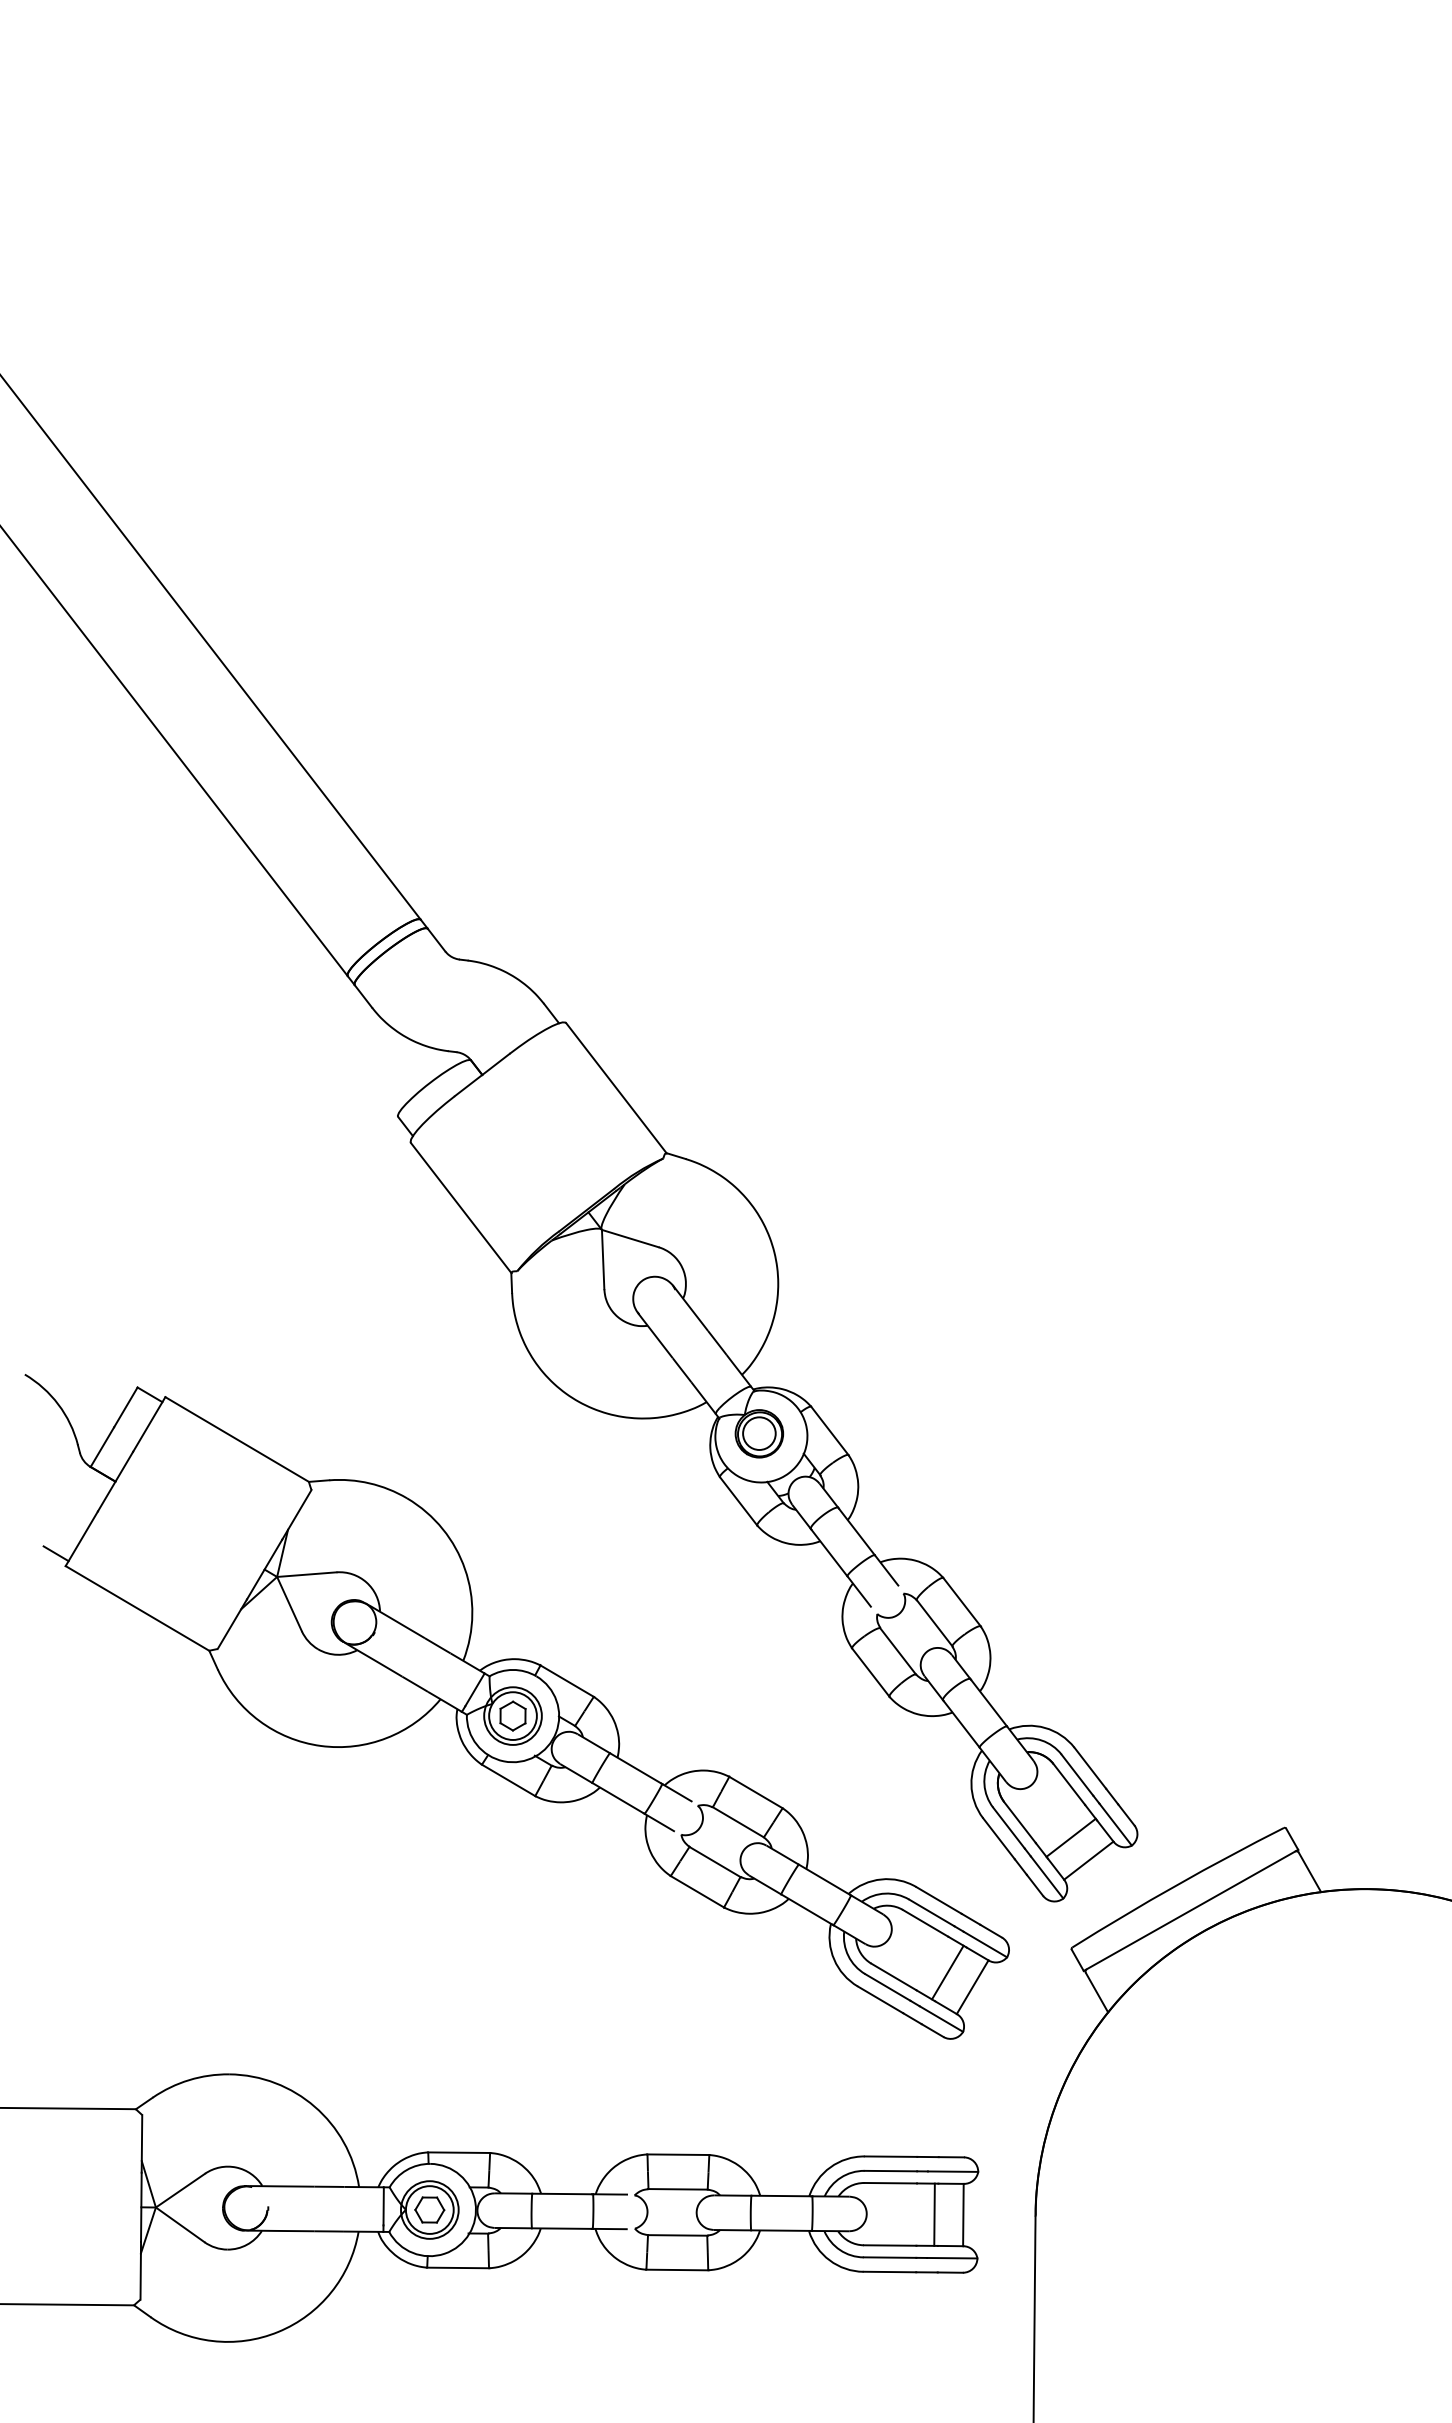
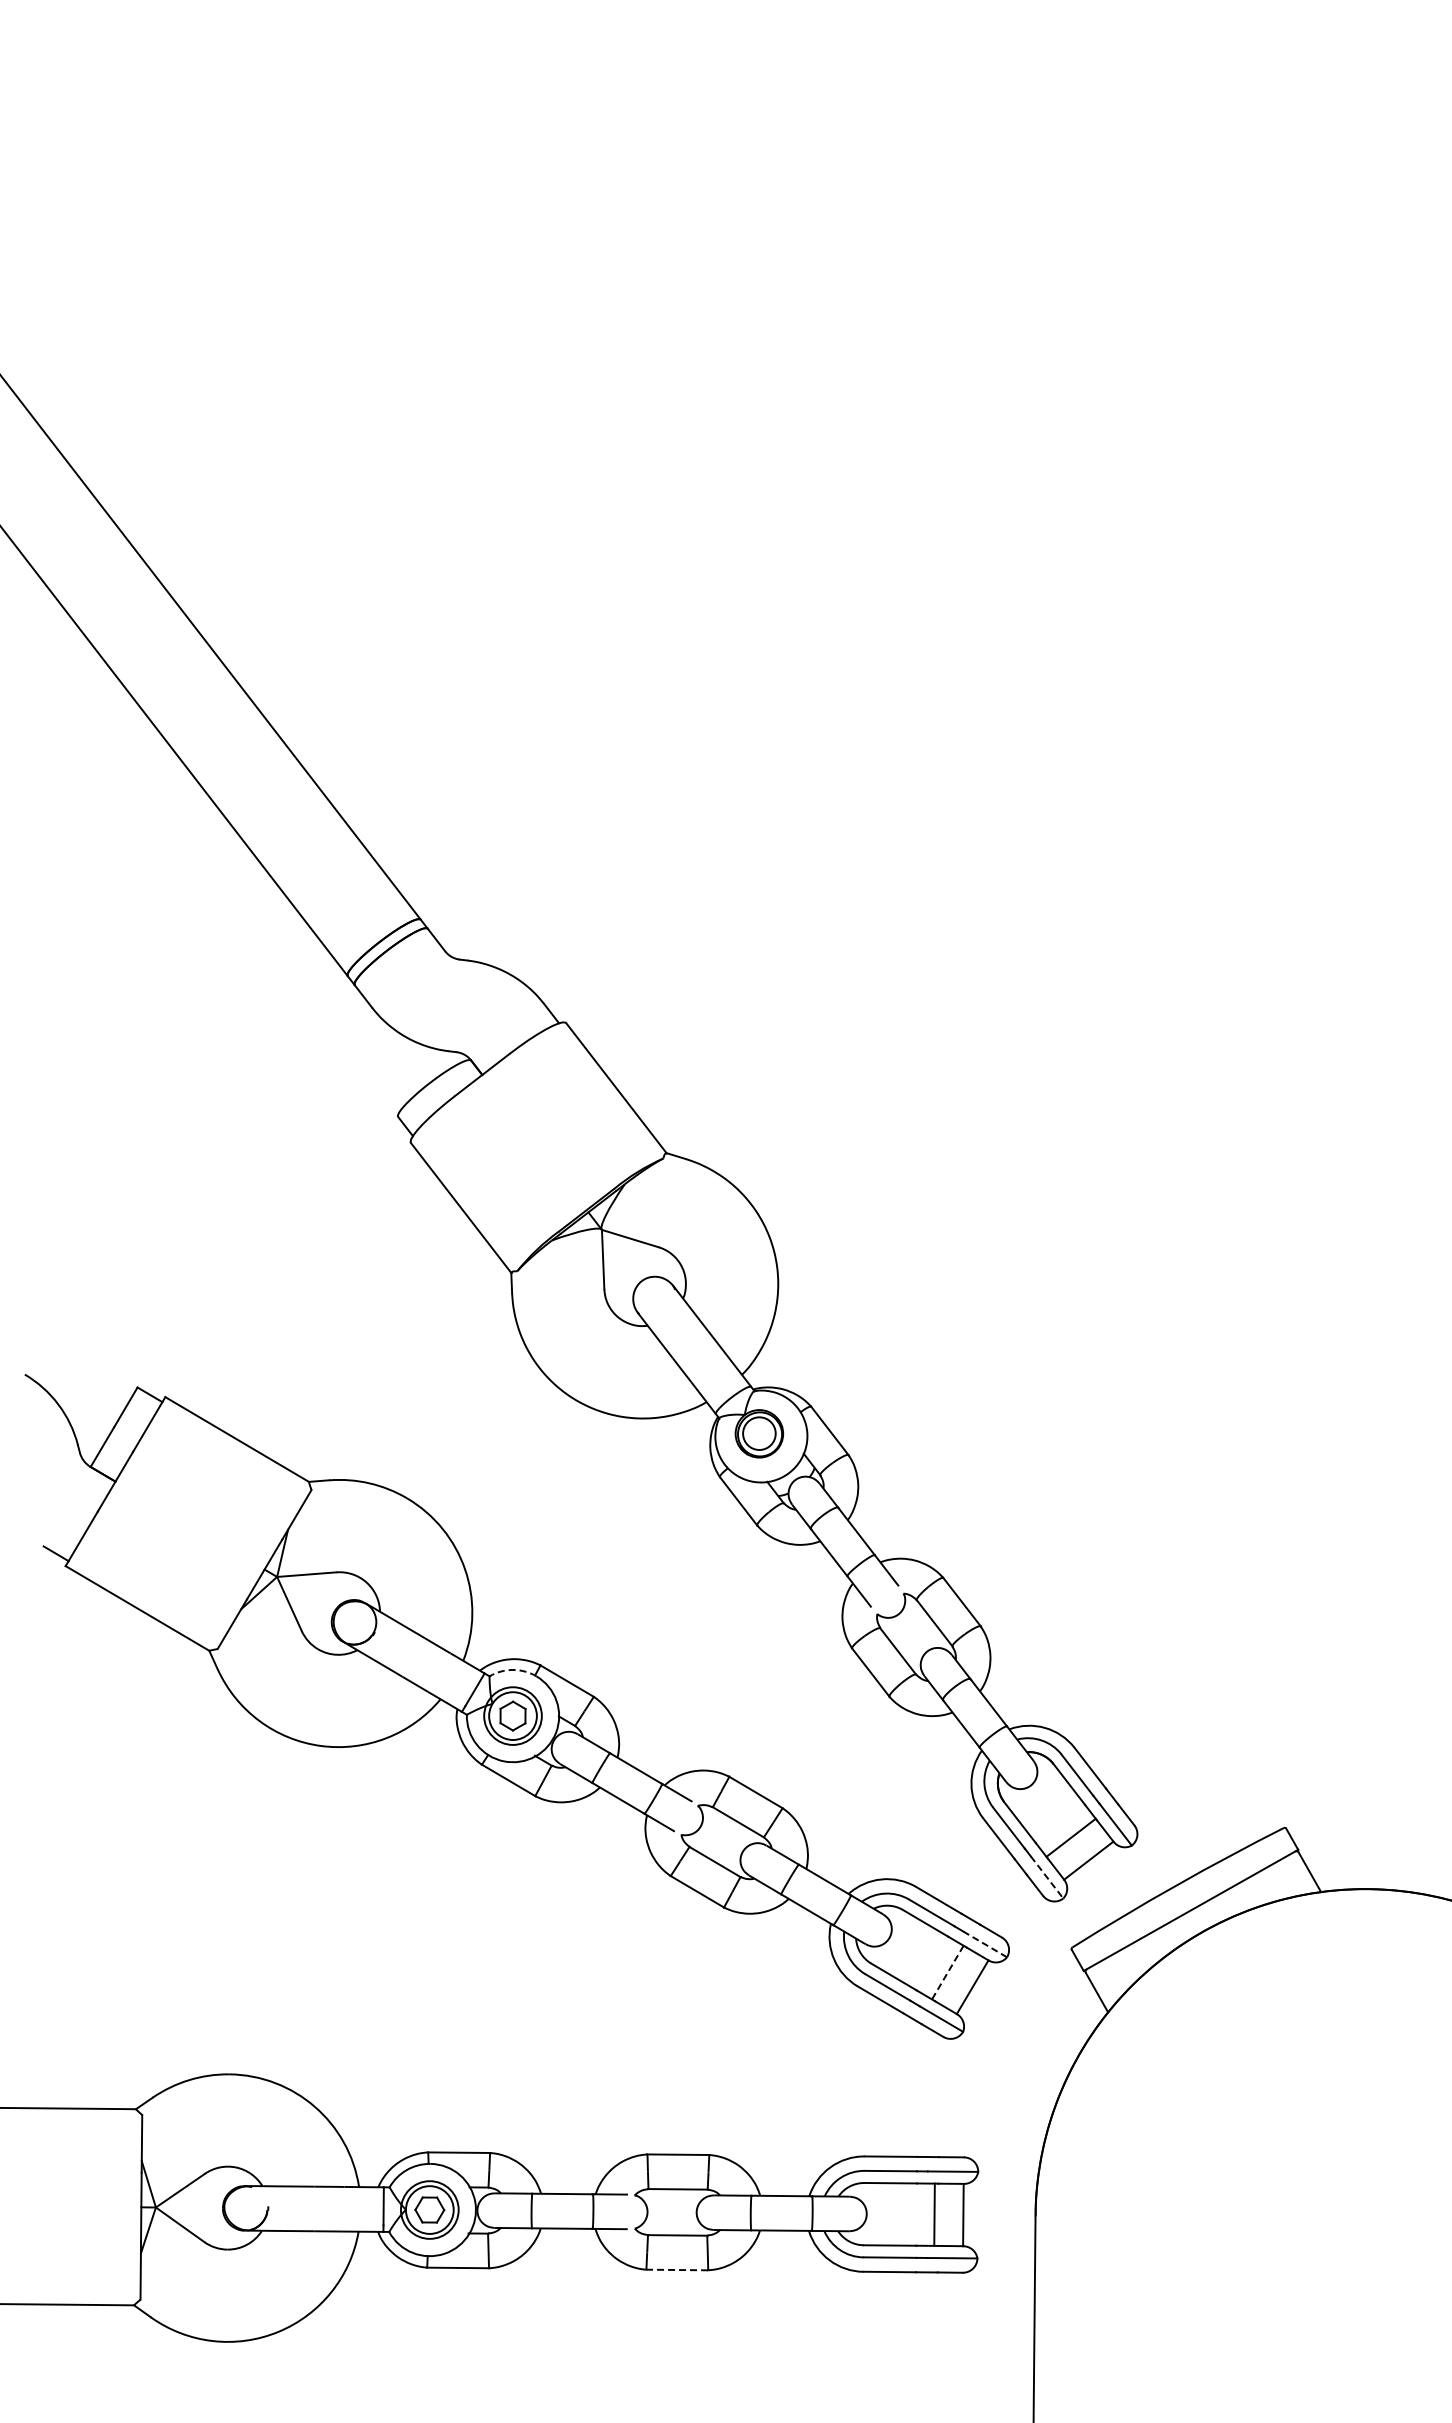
arc at (512, 1669): solid -> dashed
line at (1047, 1877): solid -> dashed
line at (984, 1944): solid -> dashed
line at (947, 1973): solid -> dashed
line at (677, 2270): solid -> dashed
